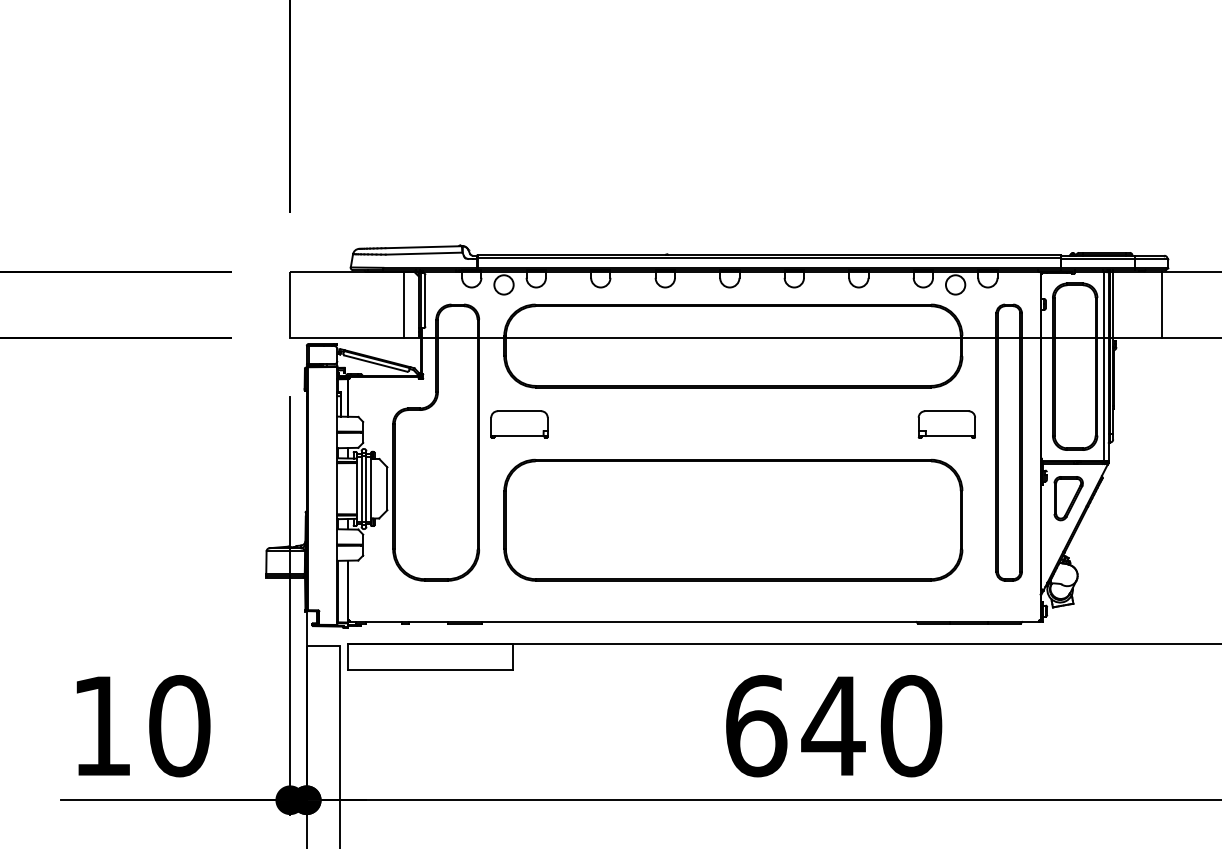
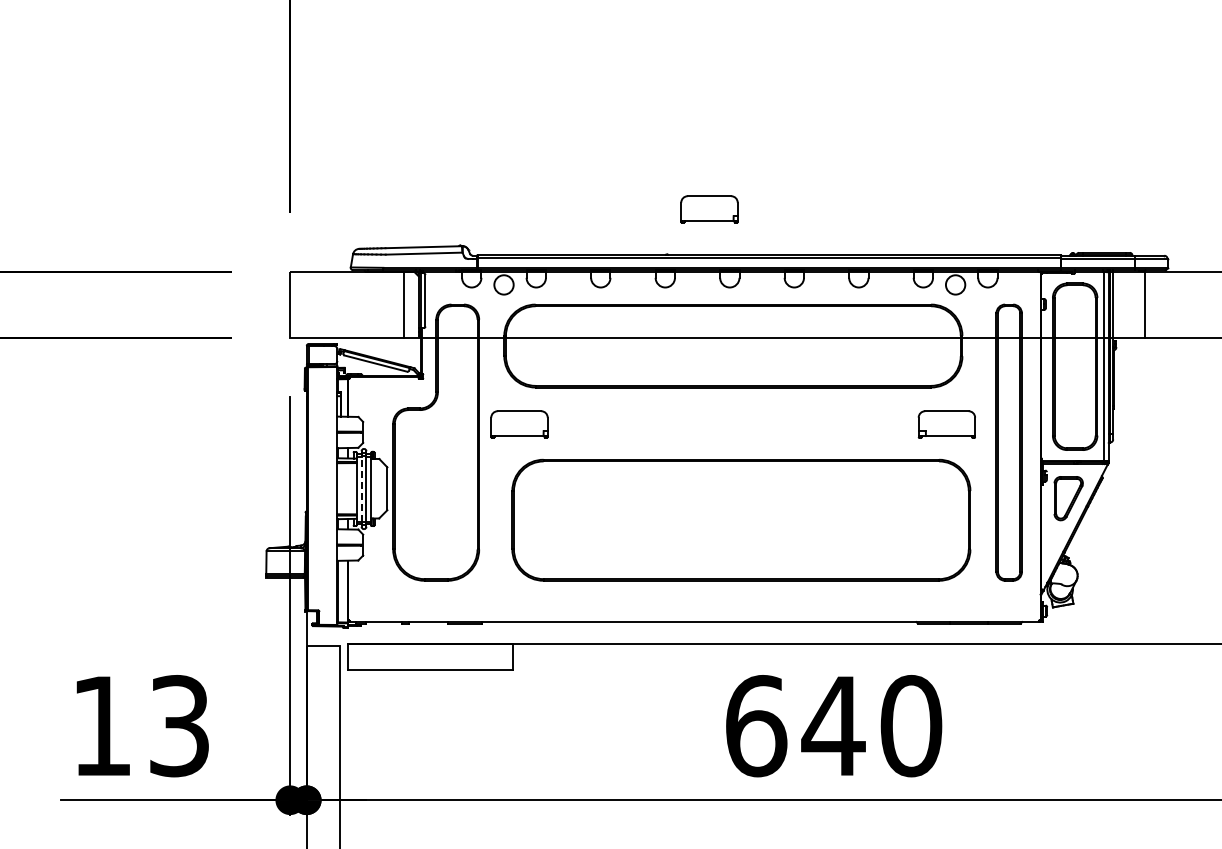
part at (709, 209): none -> present
line at (1161, 304) position: (1161, 304) -> (1144, 304)
line at (361, 488): solid -> dashed
part at (733, 519) position: (733, 519) -> (741, 519)
text at (179, 726): 10 -> 13
